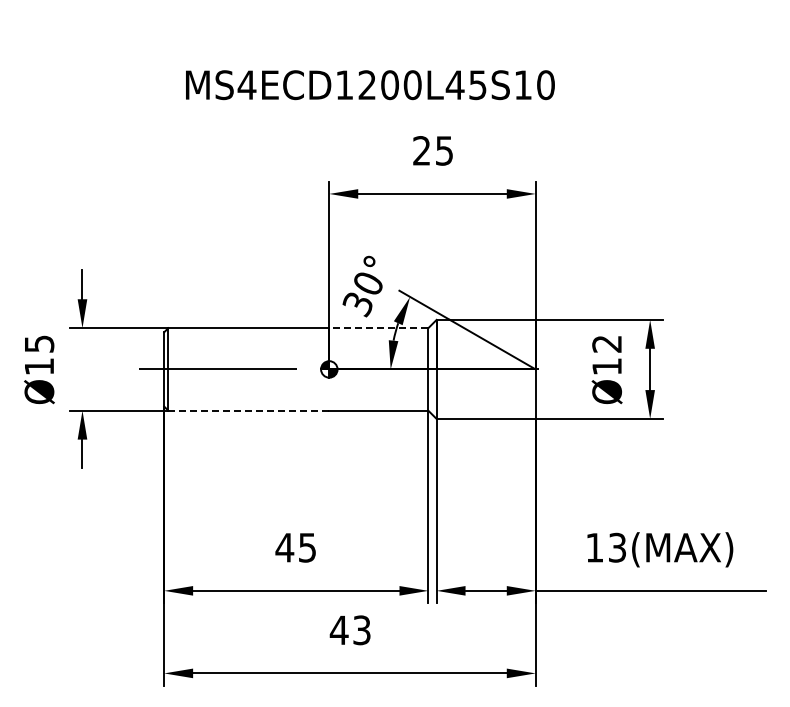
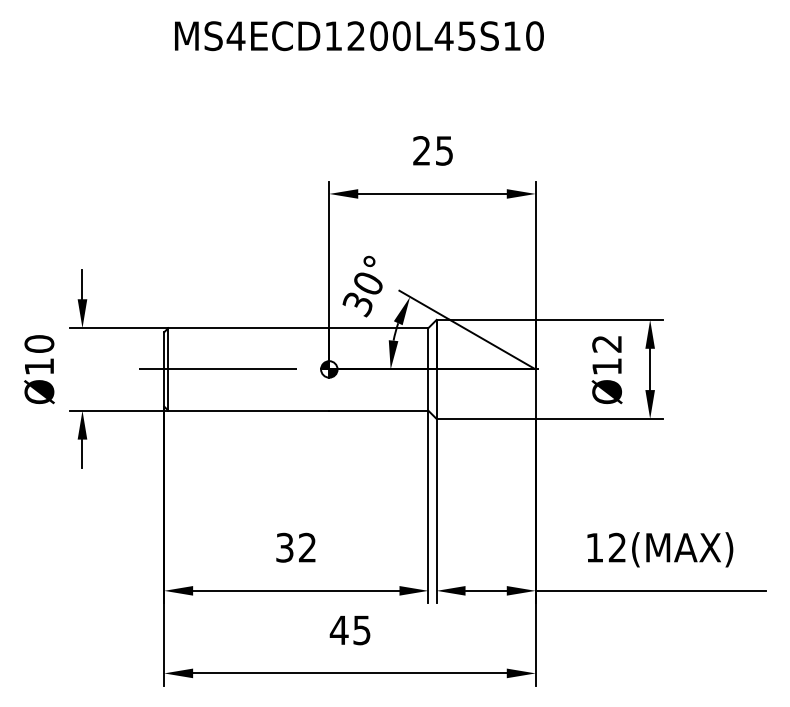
text at (370, 85) position: (370, 85) -> (359, 36)
line at (378, 328): dashed -> solid
text at (39, 343): Ø15 -> Ø10
line at (249, 410): dashed -> solid
text at (295, 547): 45 -> 32
text at (616, 547): 13(MAX) -> 12(MAX)
text at (362, 629): 43 -> 45
